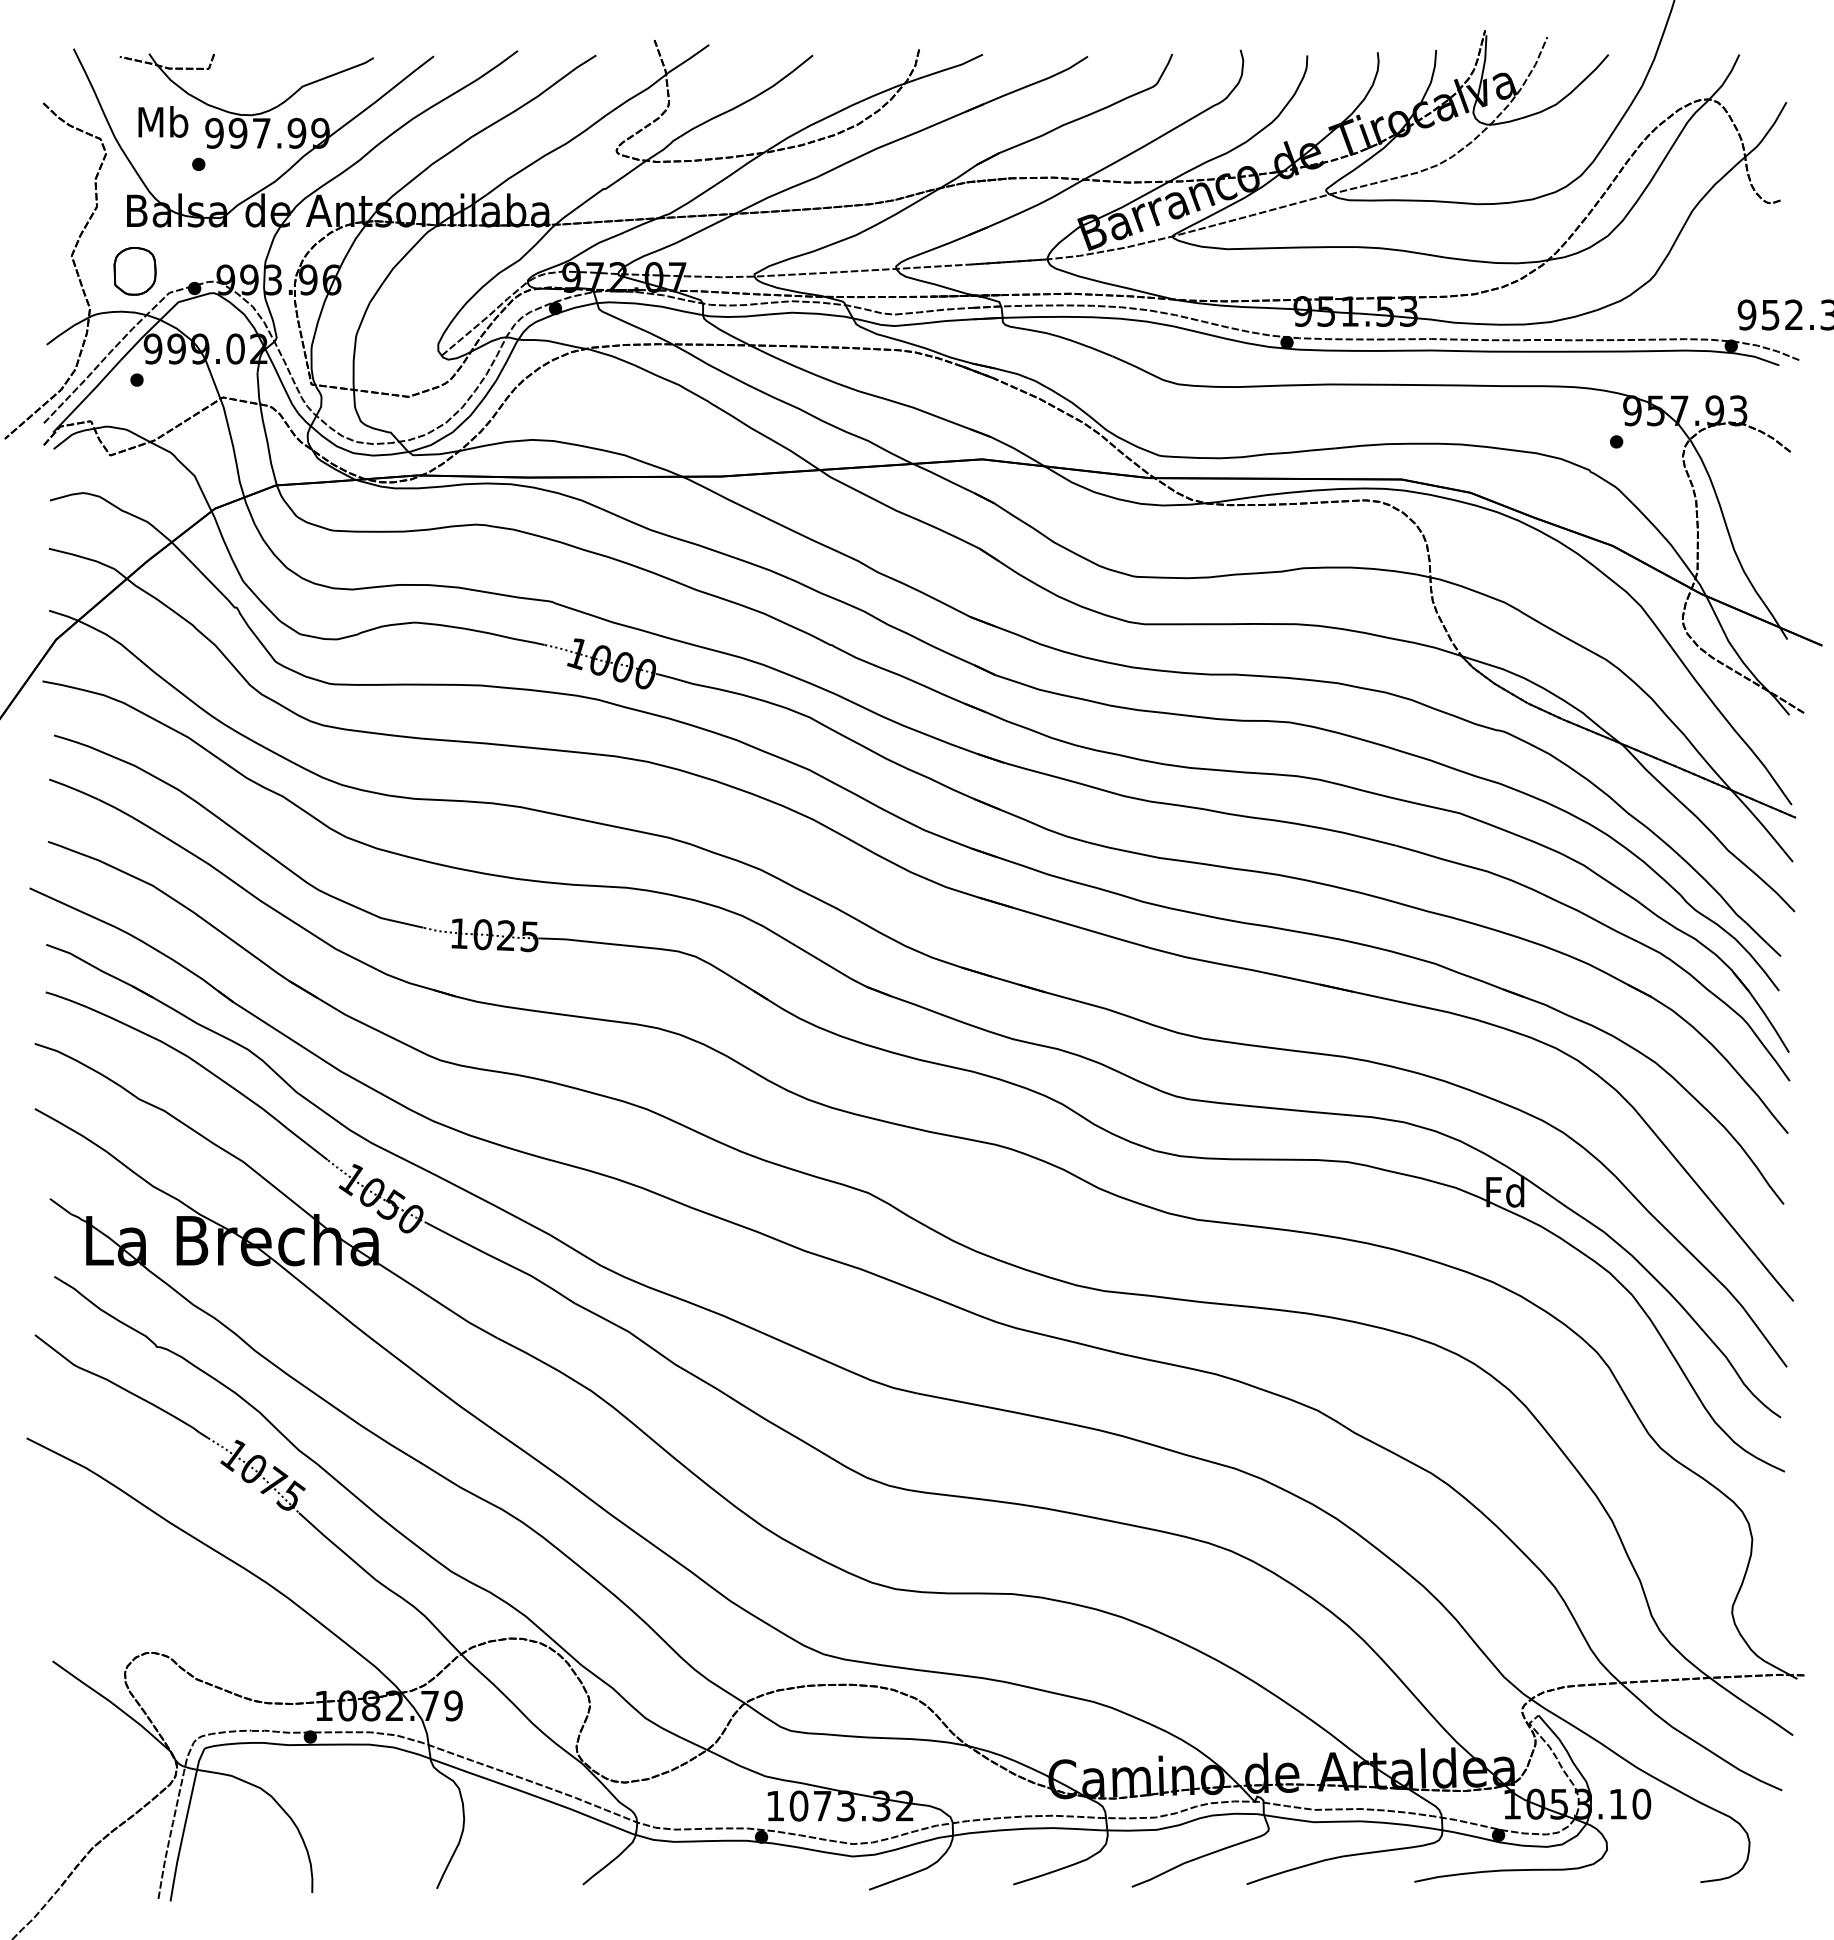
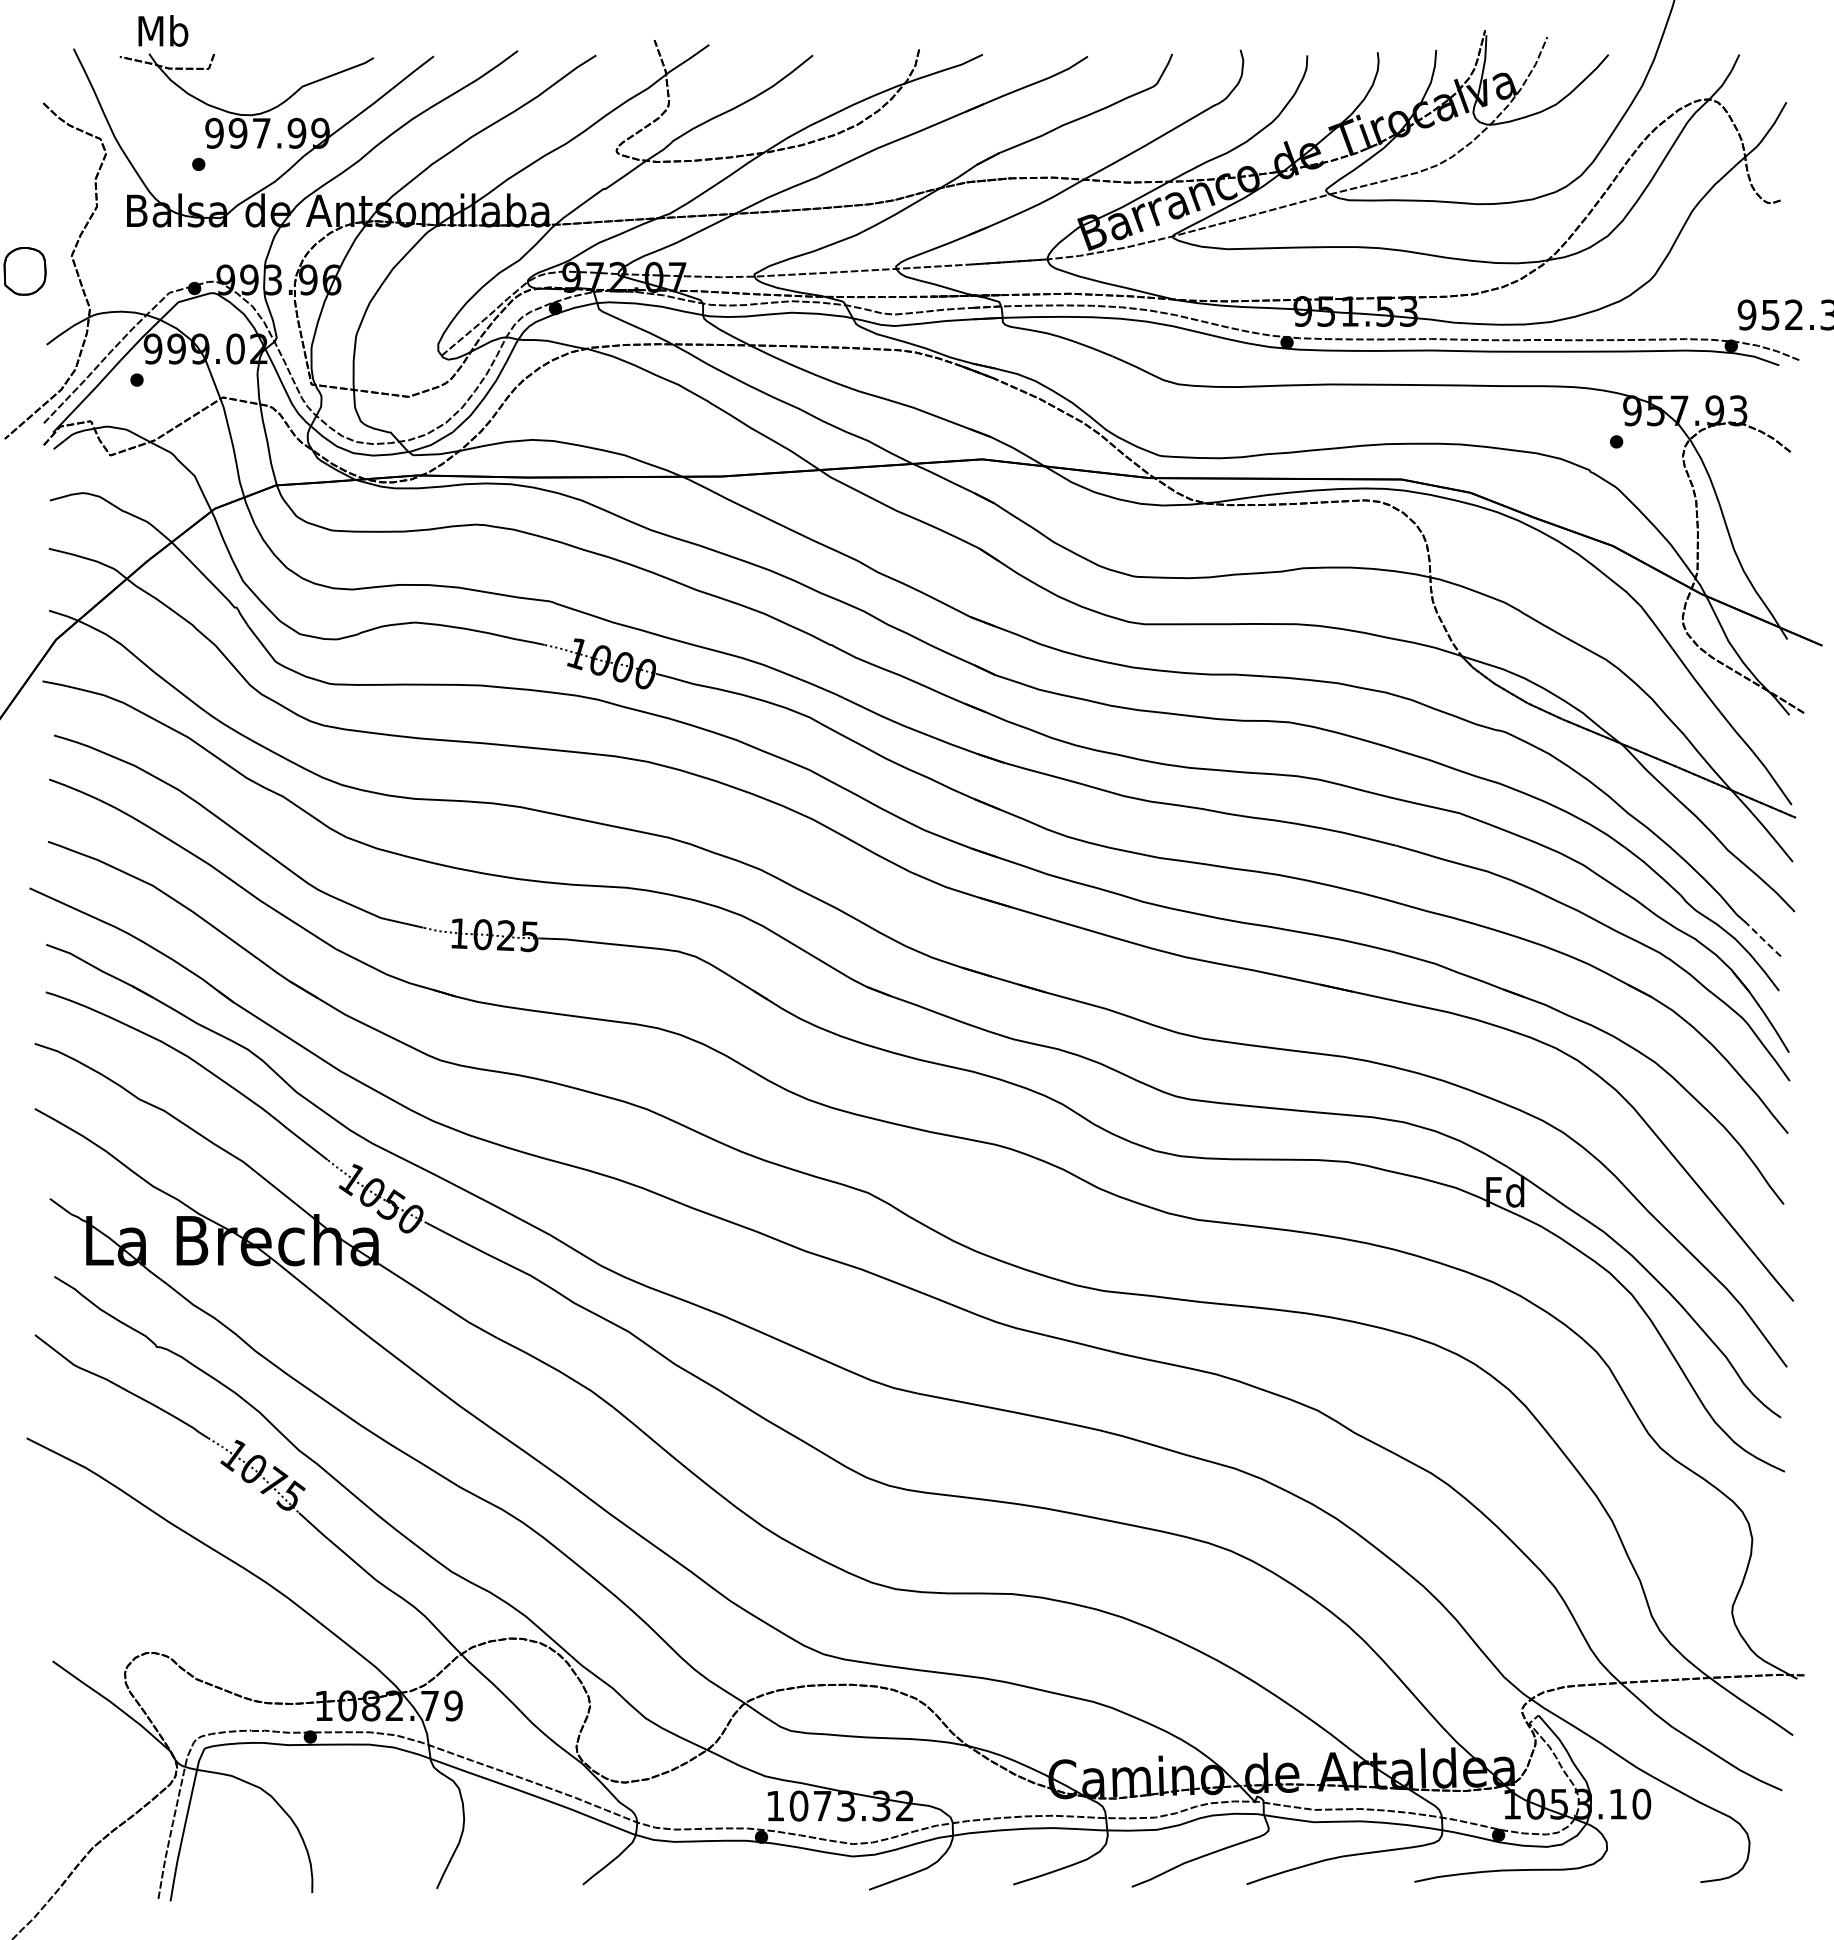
text at (163, 121) position: (163, 121) -> (163, 30)
part at (134, 271) position: (134, 271) -> (24, 271)
line at (1762, 939): solid -> dashed
